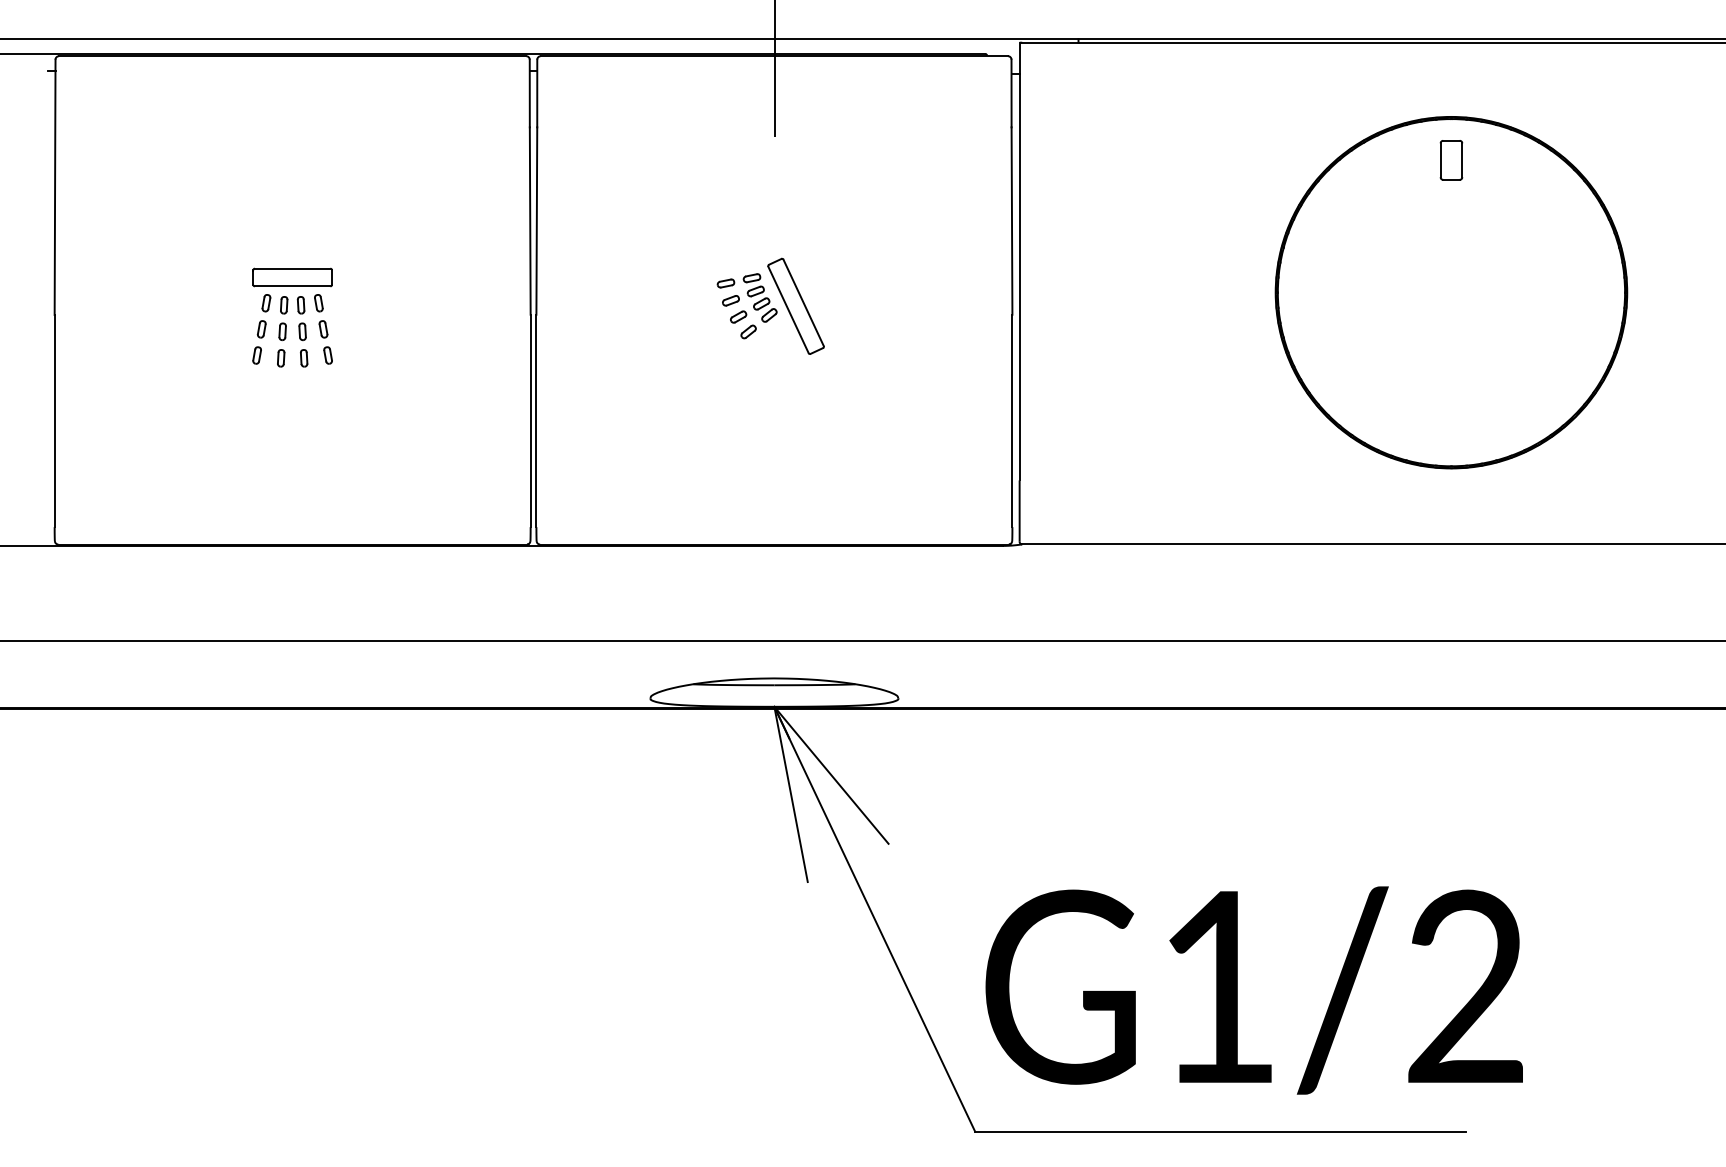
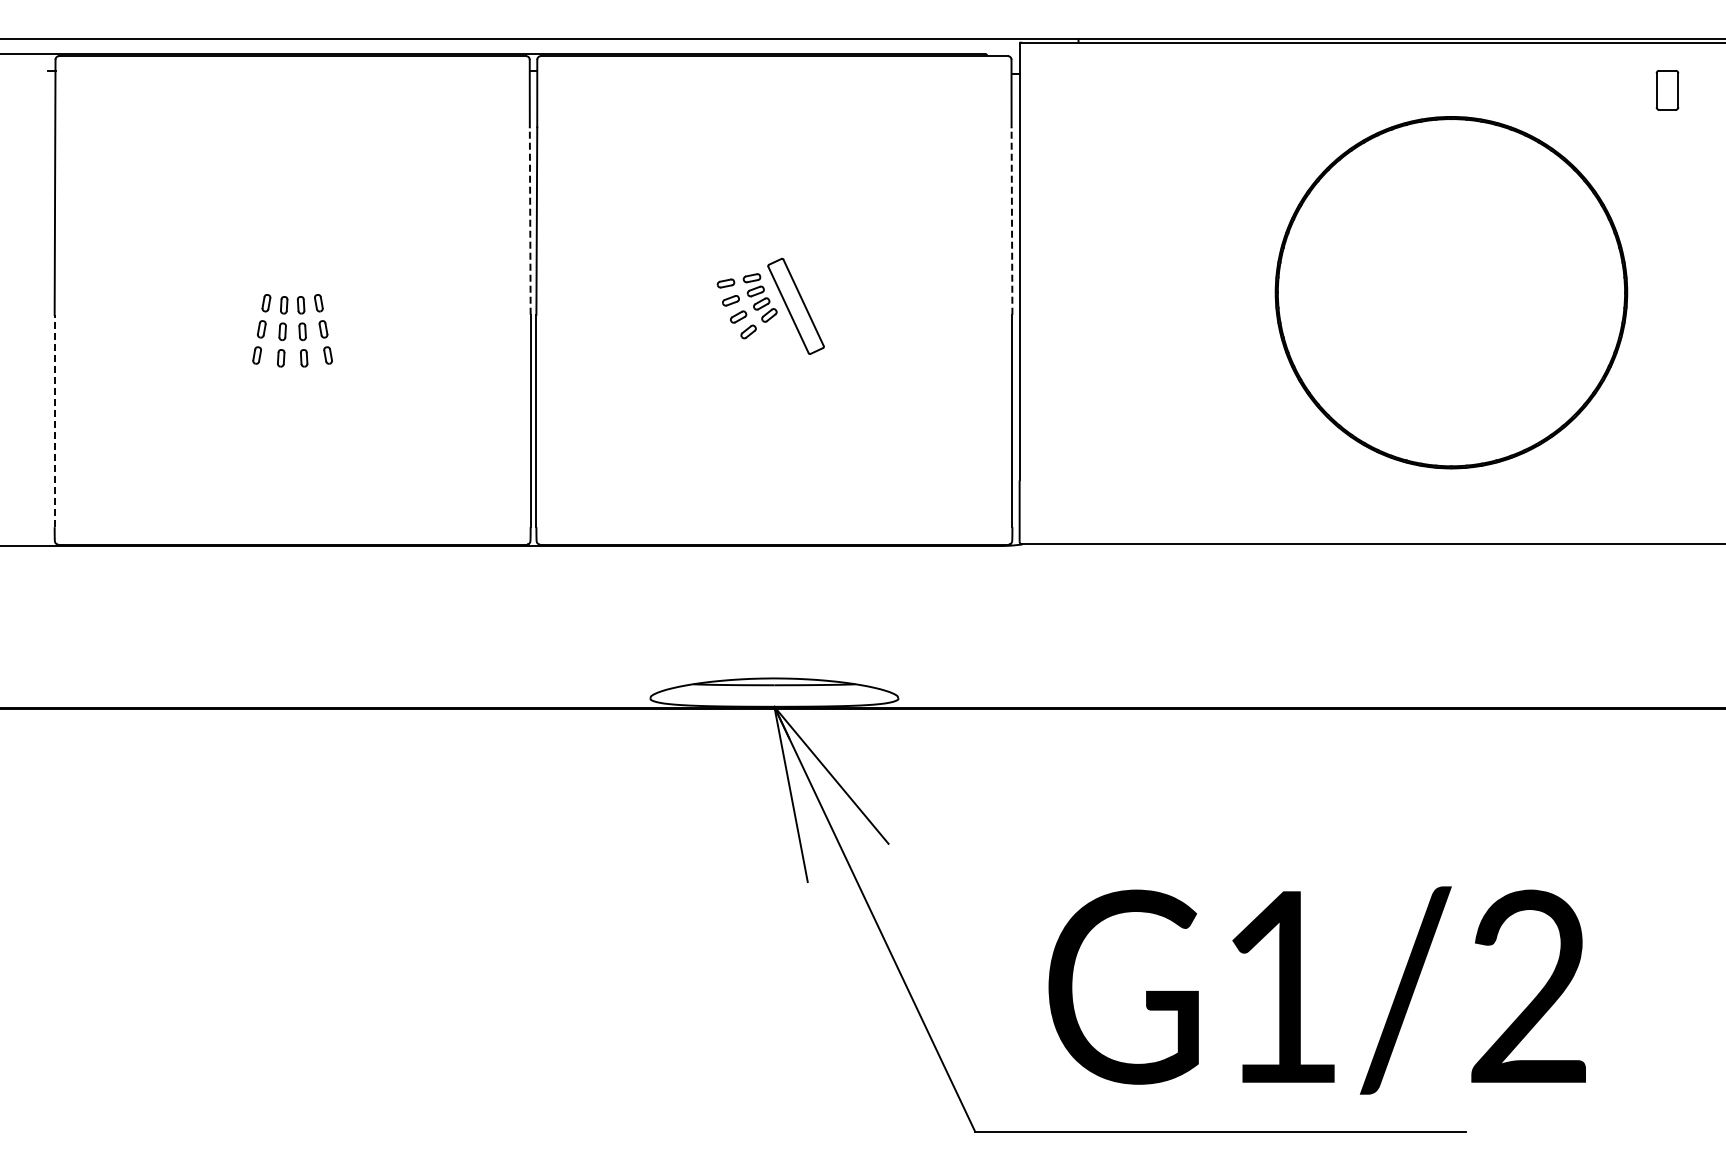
line at (774, 69): present -> none
part at (1451, 160) position: (1451, 160) -> (1667, 90)
line at (530, 221): solid -> dashed
line at (1012, 221): solid -> dashed
part at (292, 277): present -> none
line at (54, 420): solid -> dashed
line at (862, 641): present -> none
text at (1253, 990) position: (1253, 990) -> (1316, 990)
